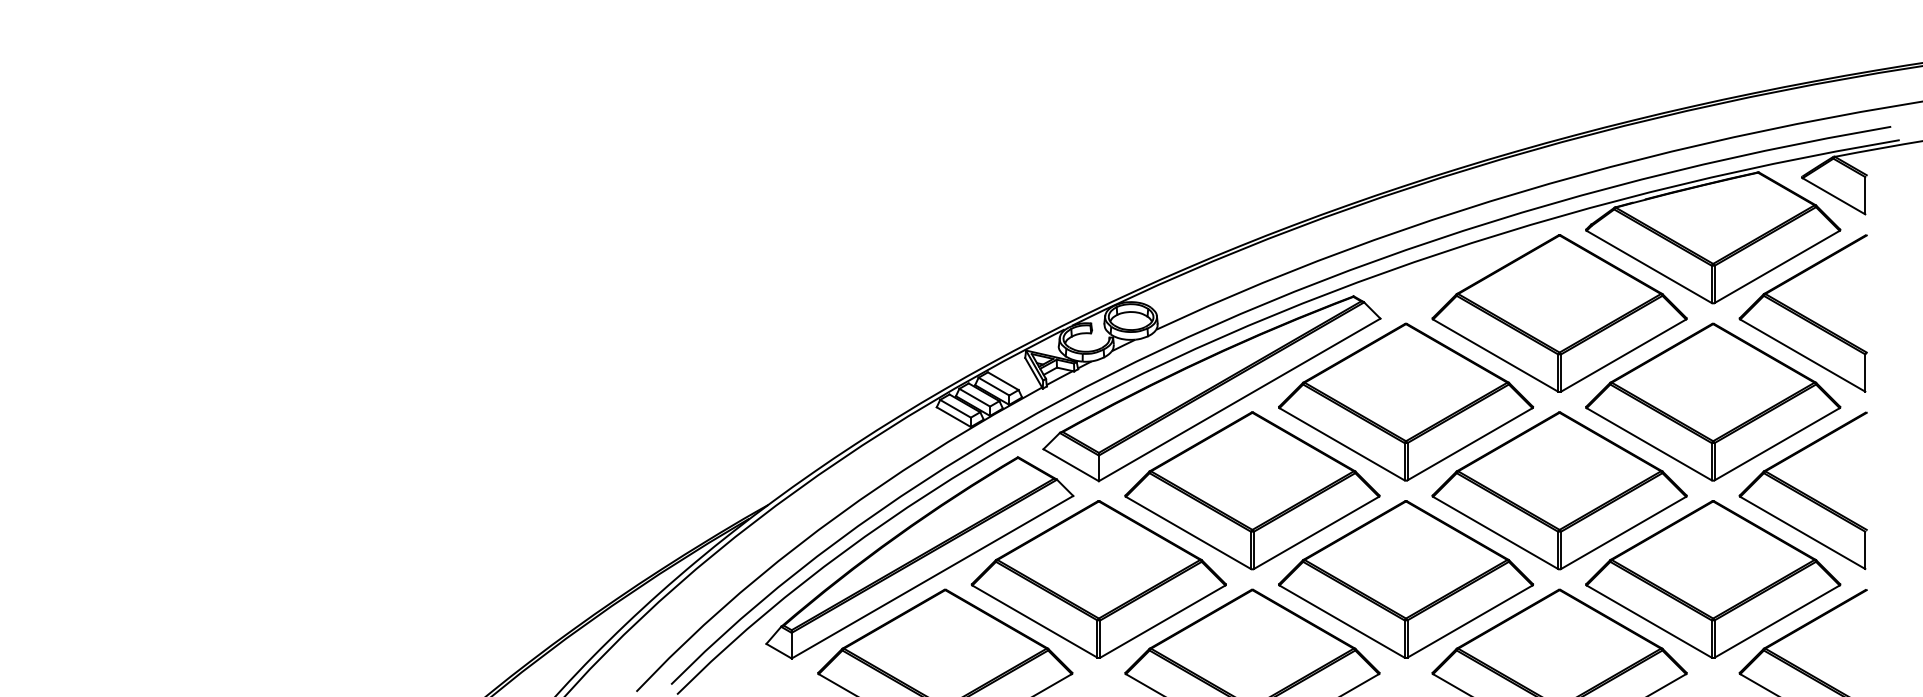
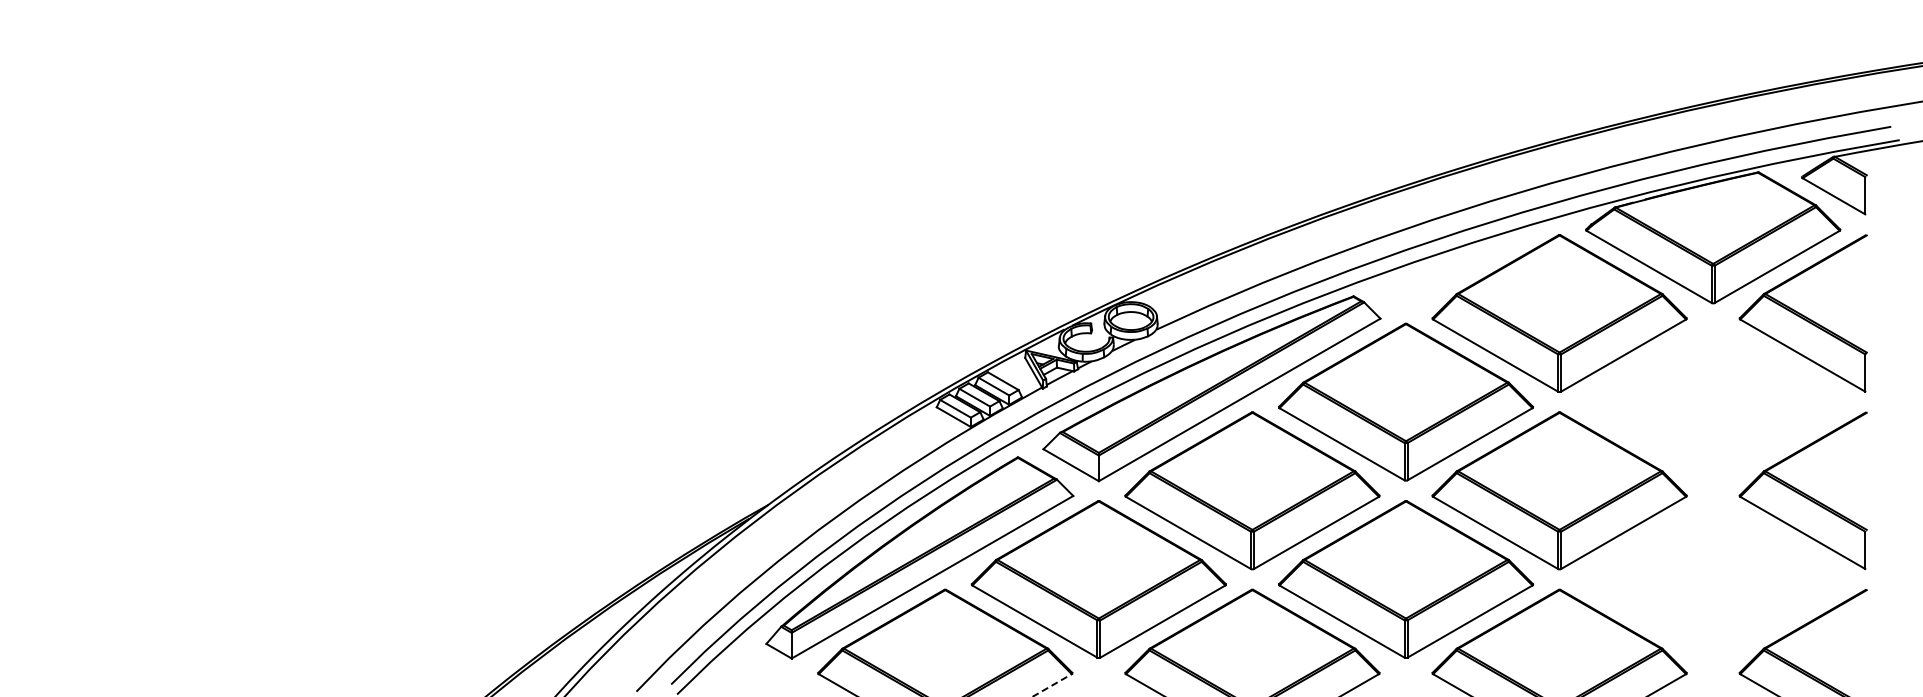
part at (1713, 401): present -> none
part at (1713, 579): present -> none
line at (1052, 685): solid -> dashed
